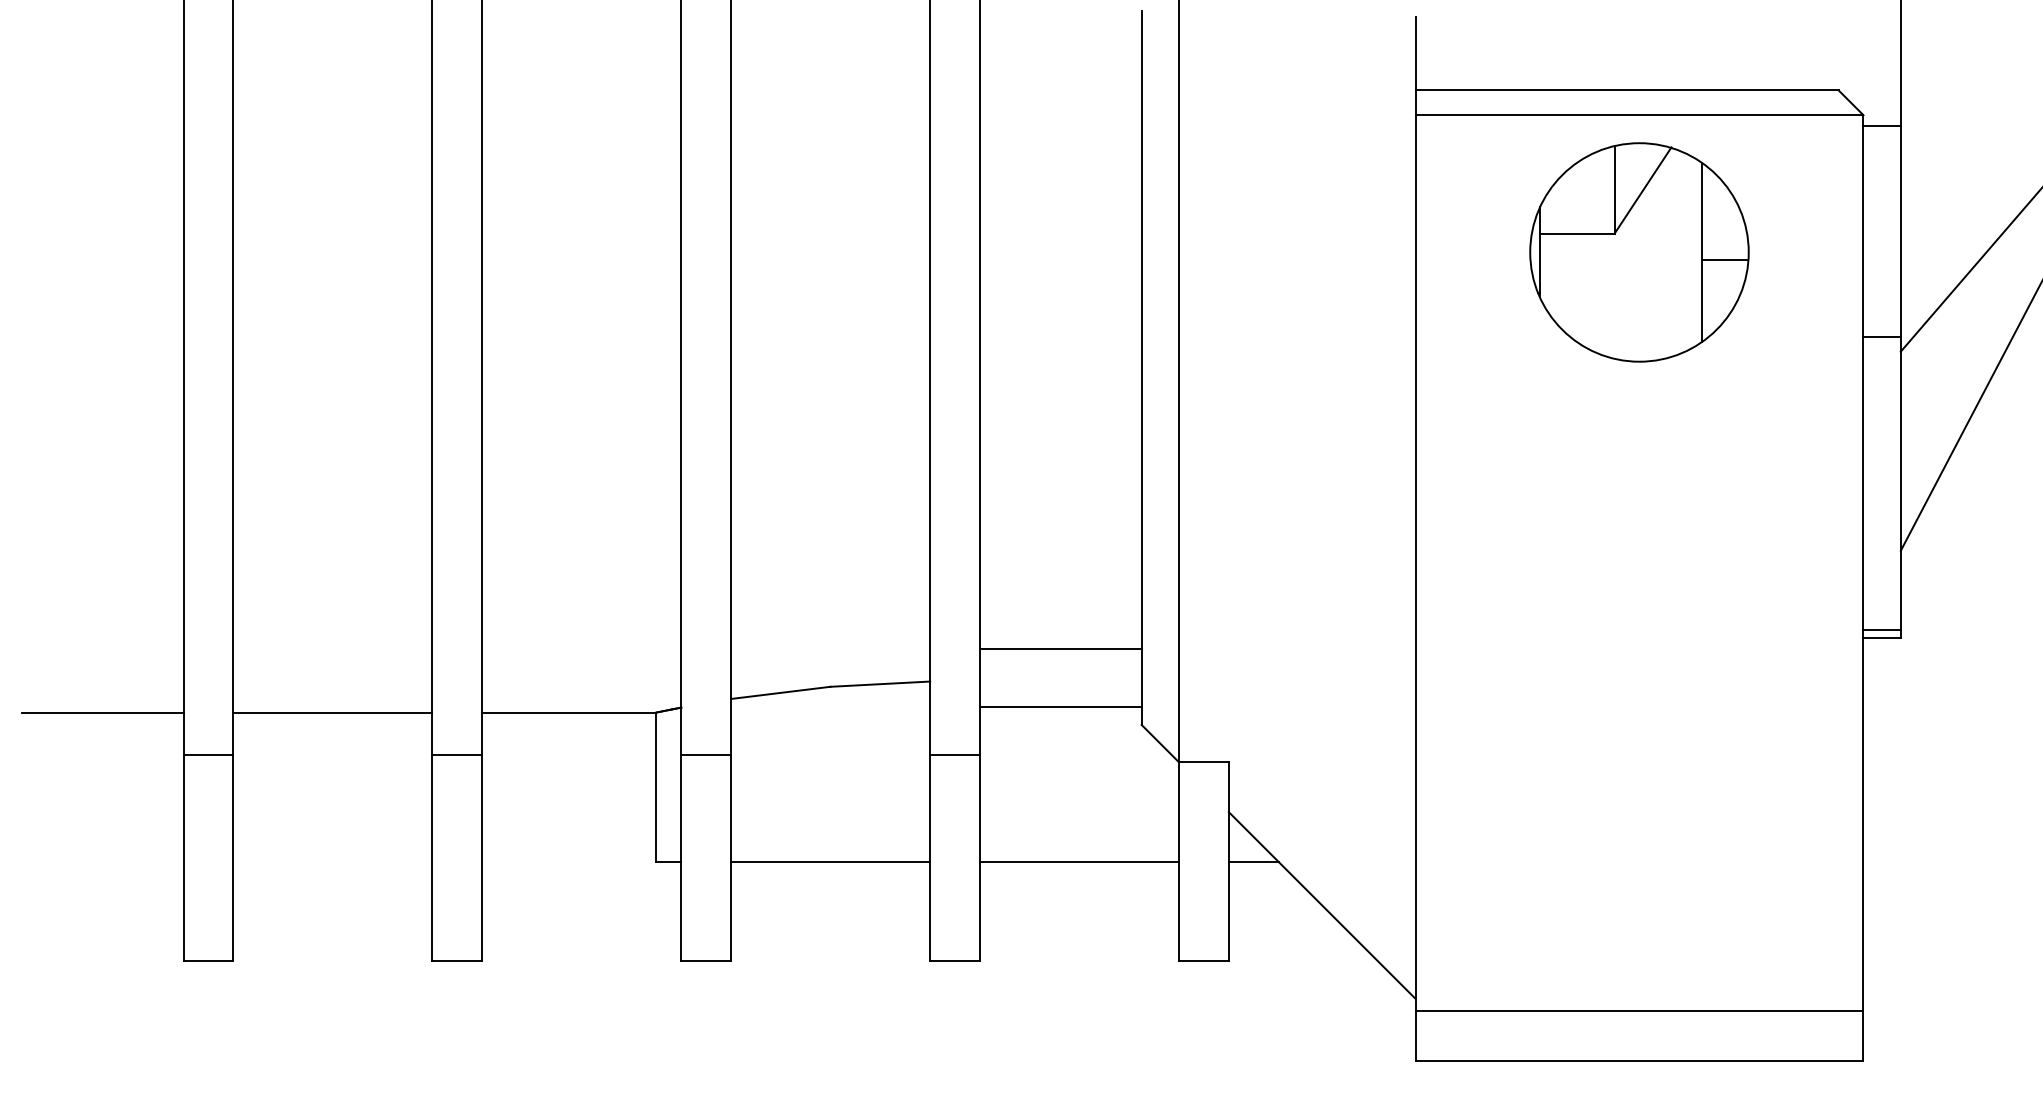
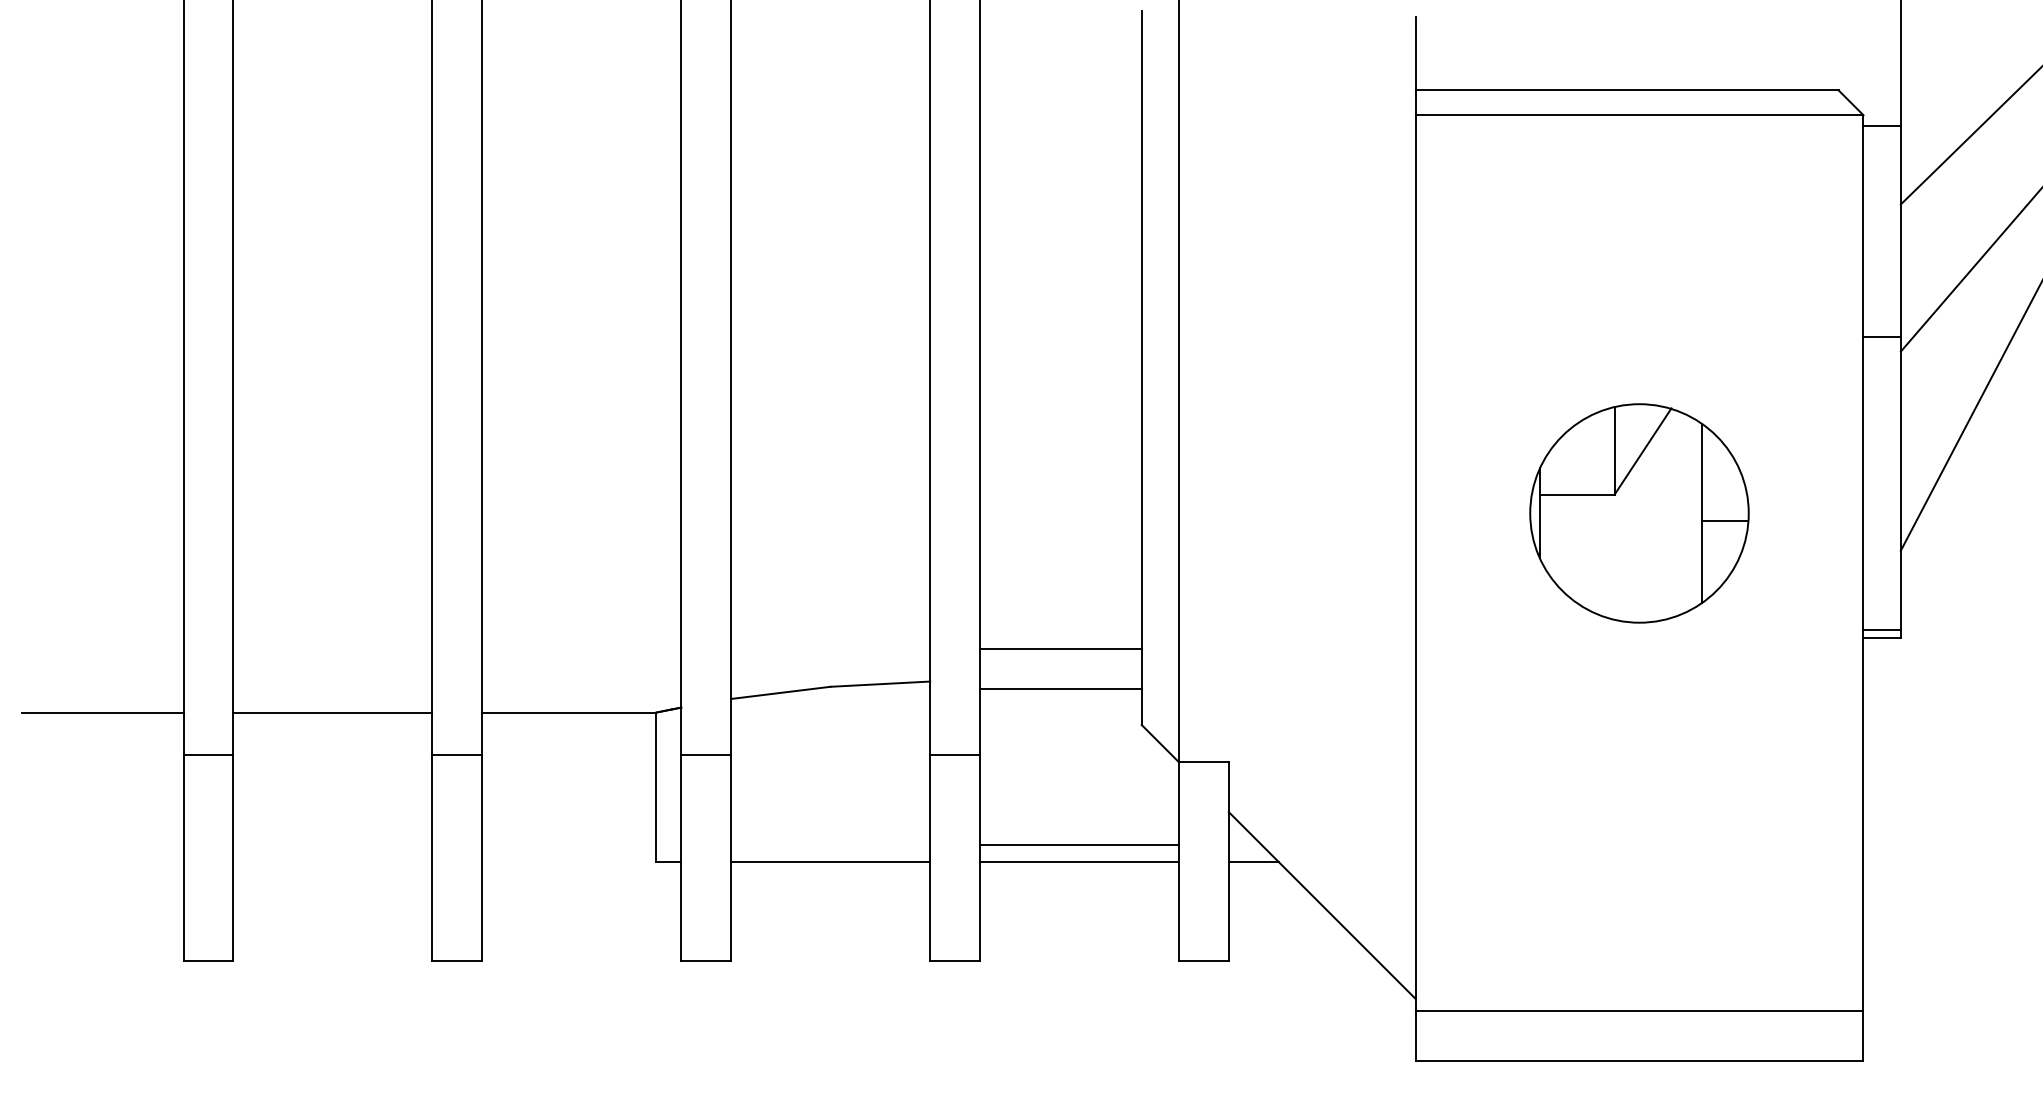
line at (1969, 136): none -> present
part at (1639, 252) position: (1639, 252) -> (1639, 513)
line at (1060, 706) position: (1060, 706) -> (1060, 688)
line at (1079, 844): none -> present
